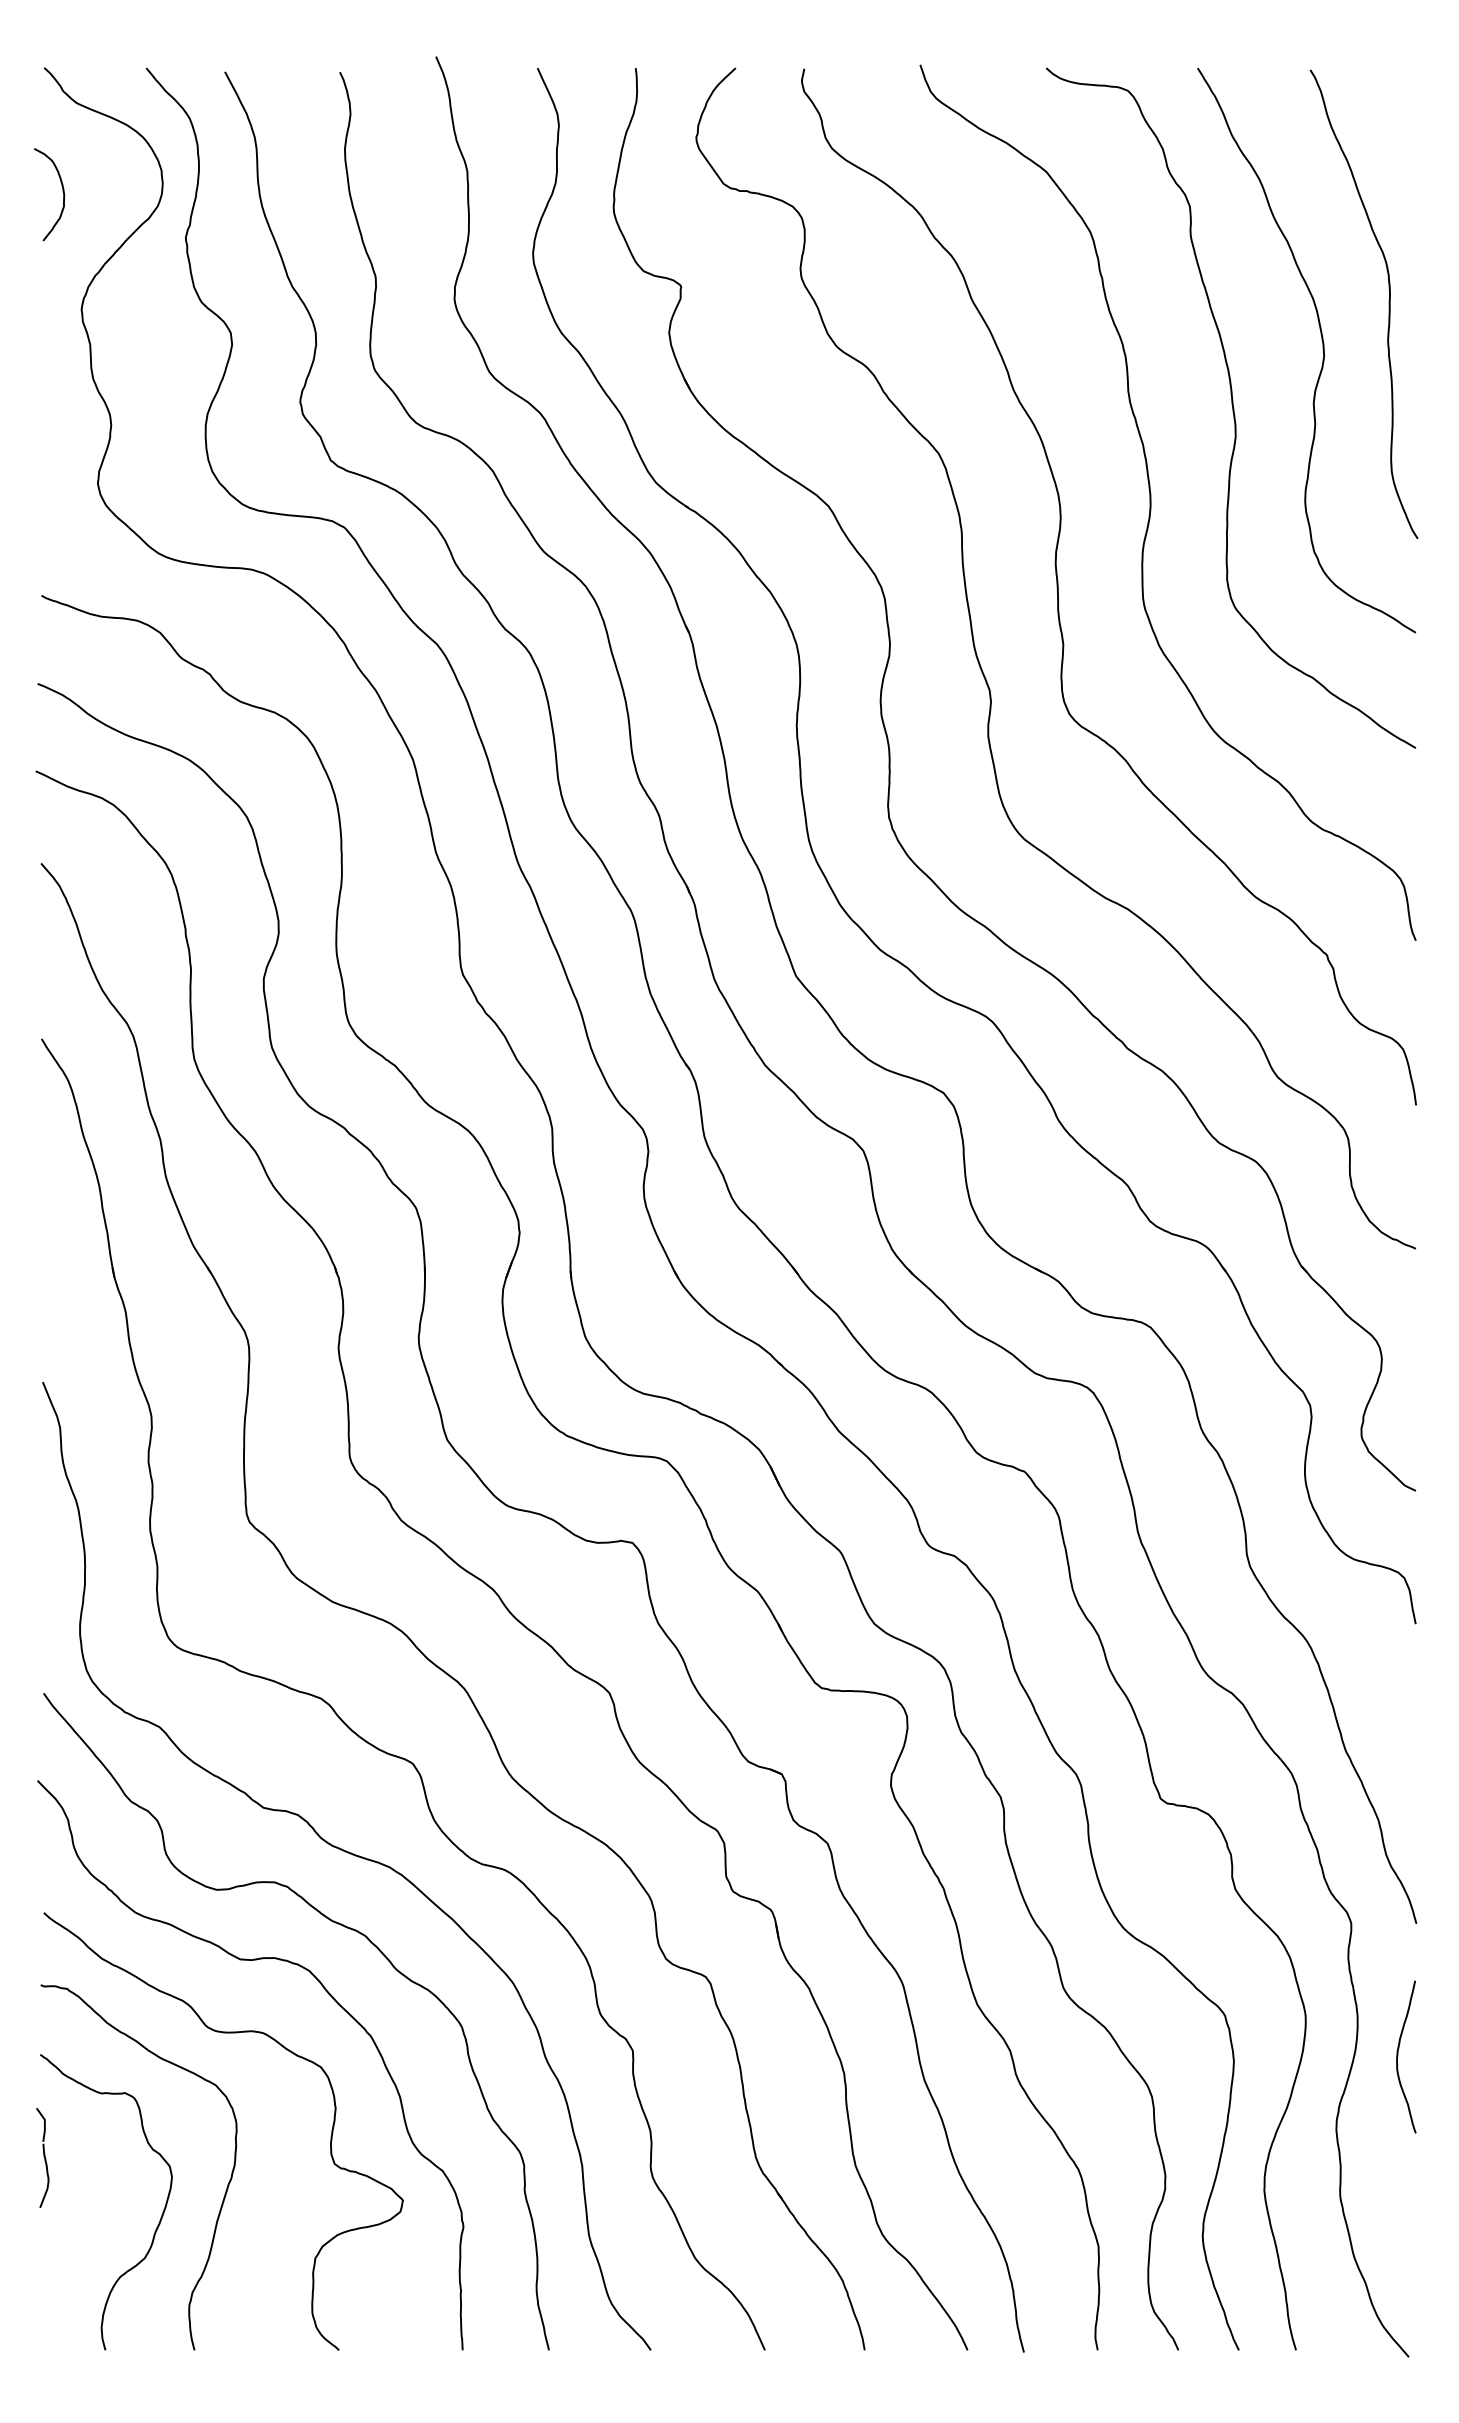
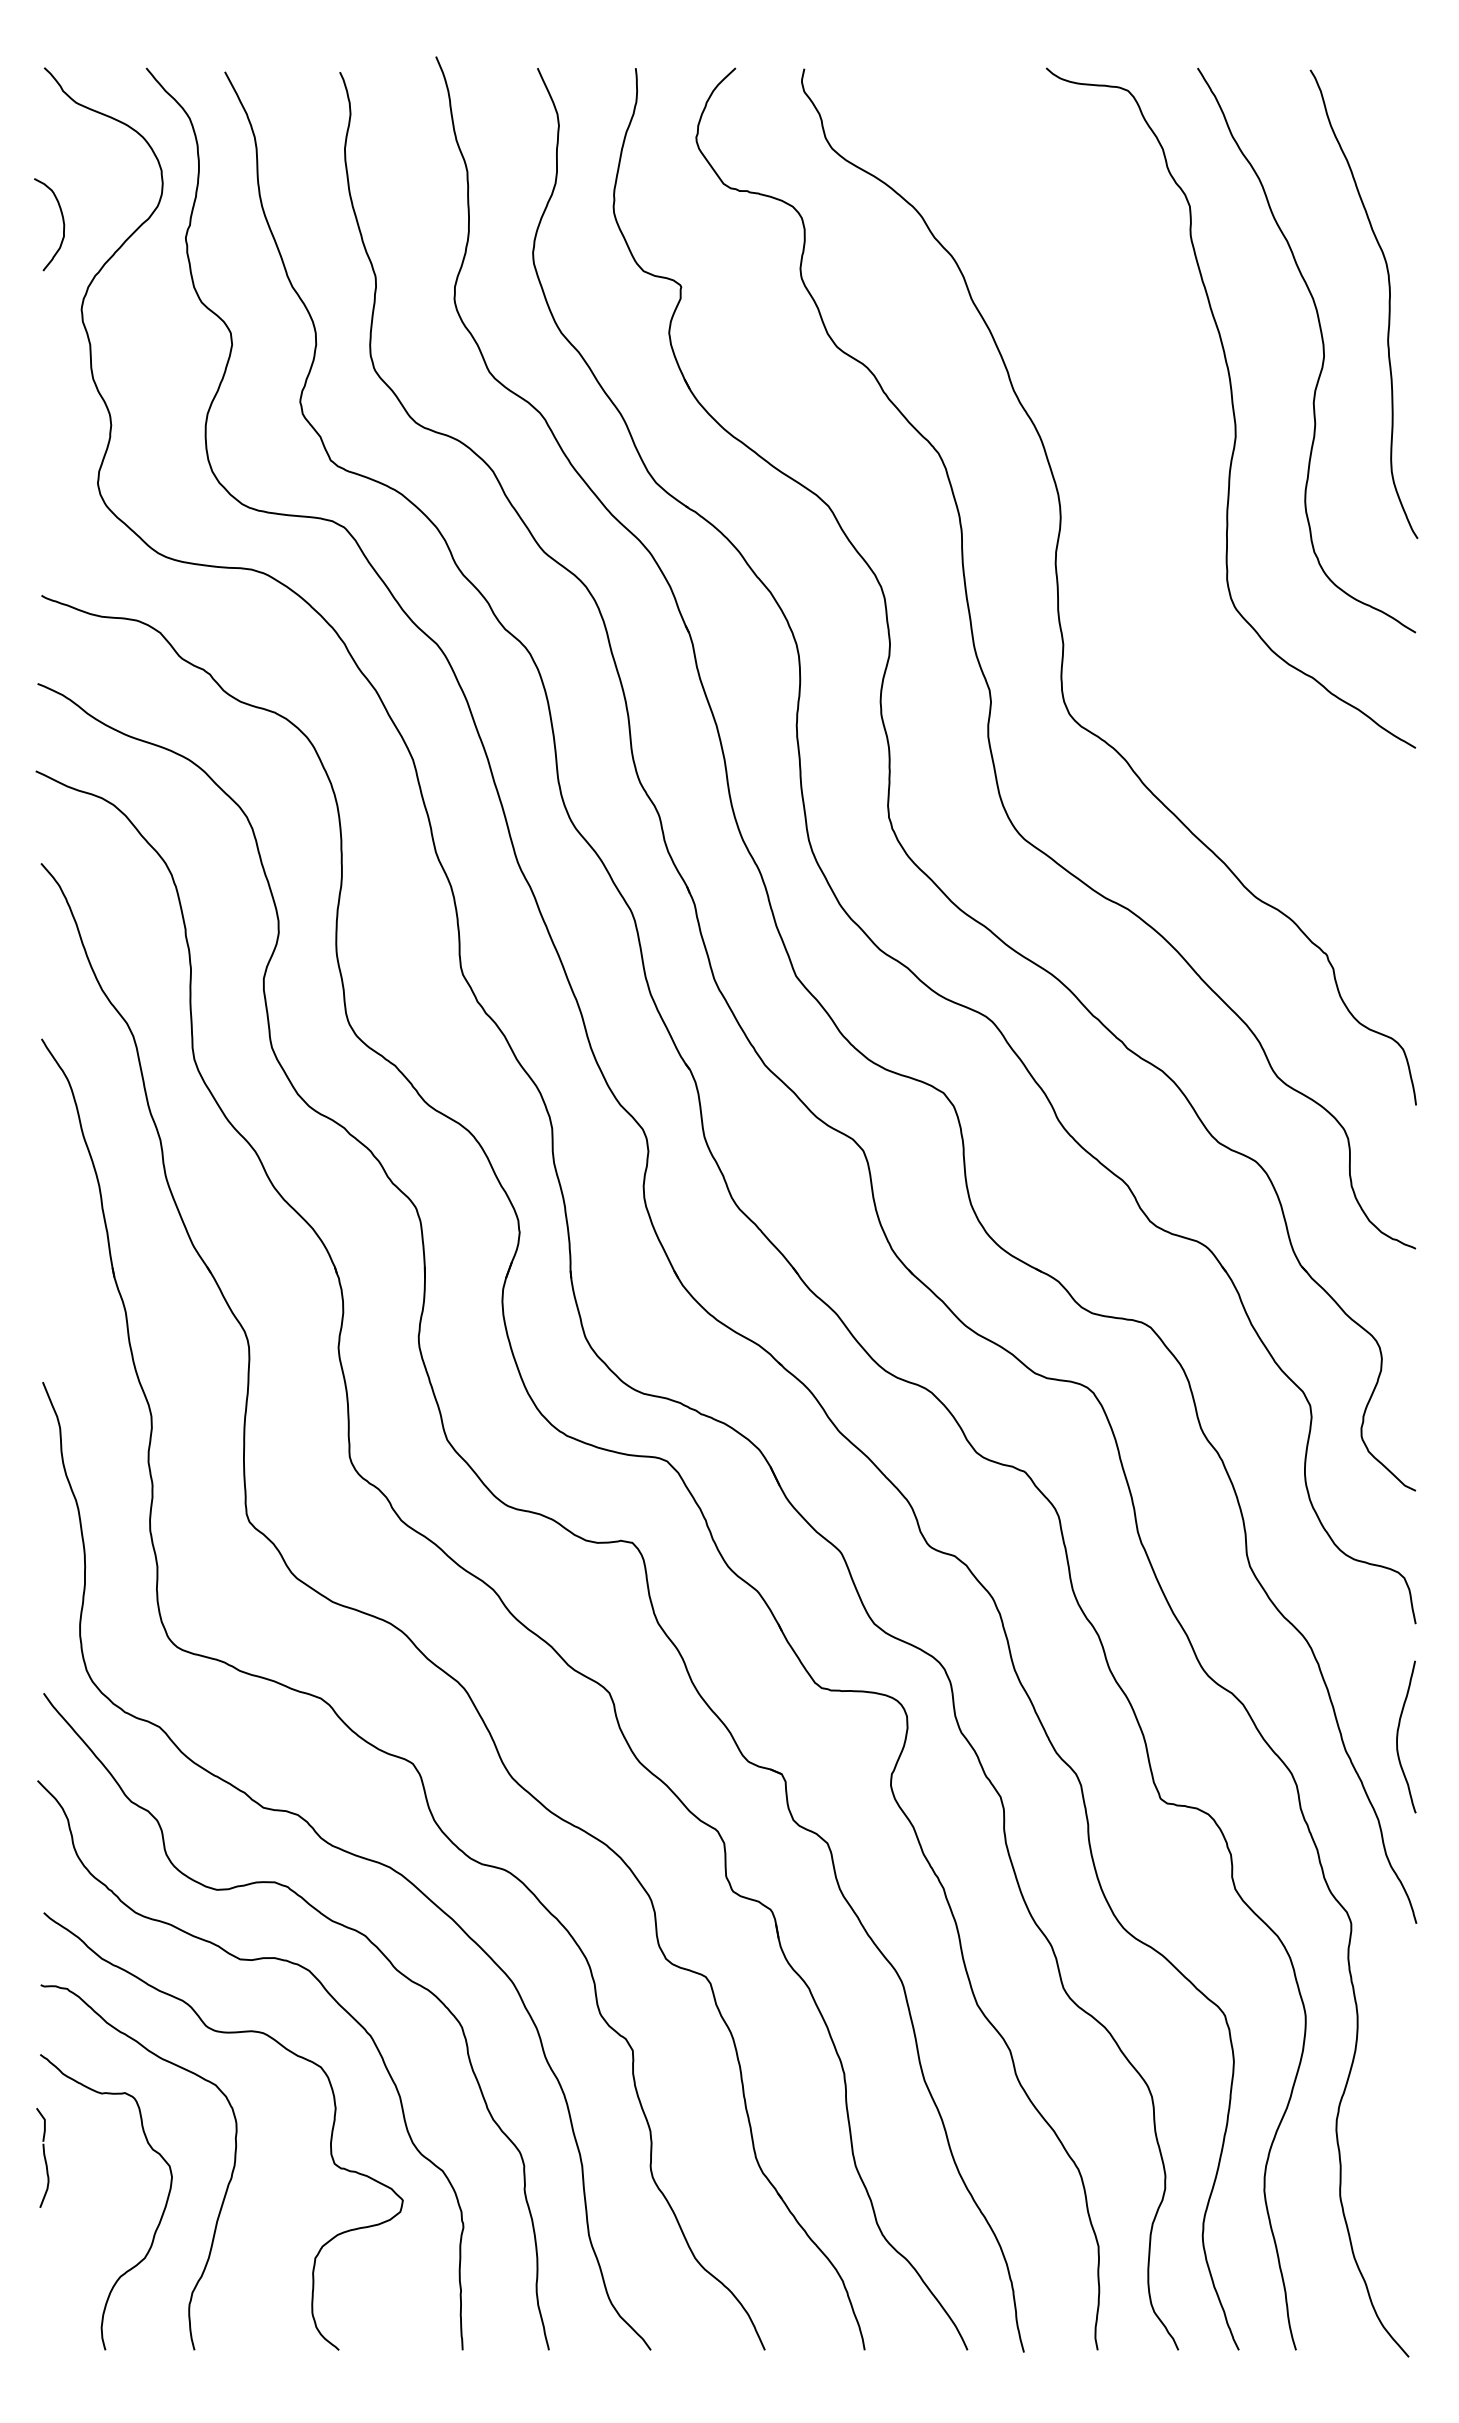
curve at (62, 191) position: (62, 191) -> (62, 221)
curve at (1151, 502): present -> none
curve at (1398, 2056) position: (1398, 2056) -> (1398, 1736)
